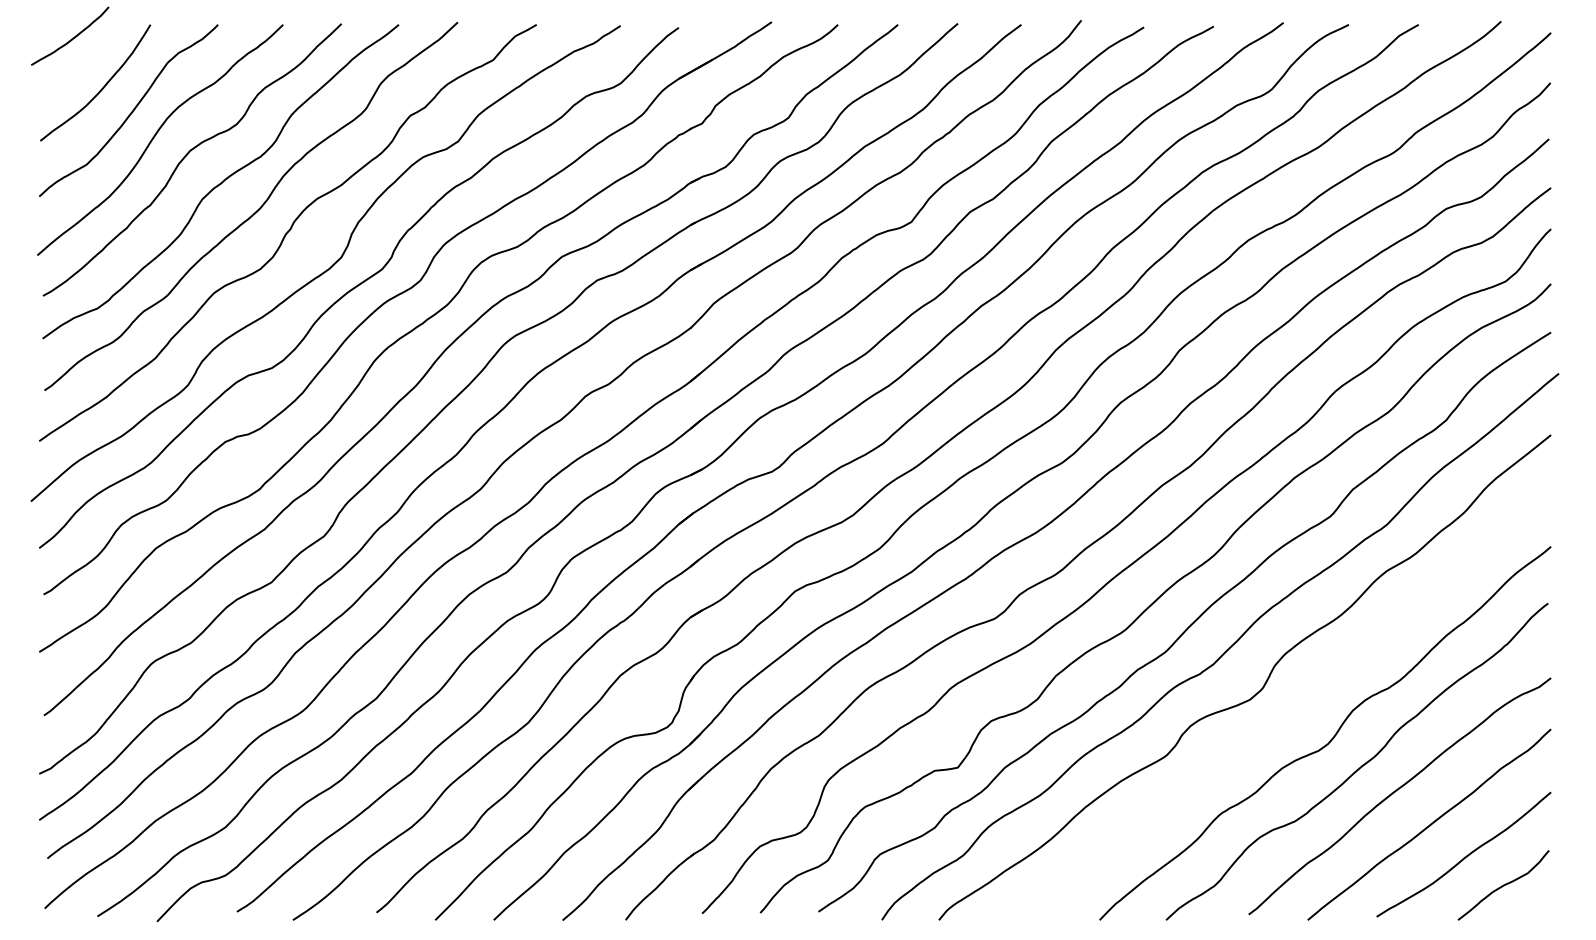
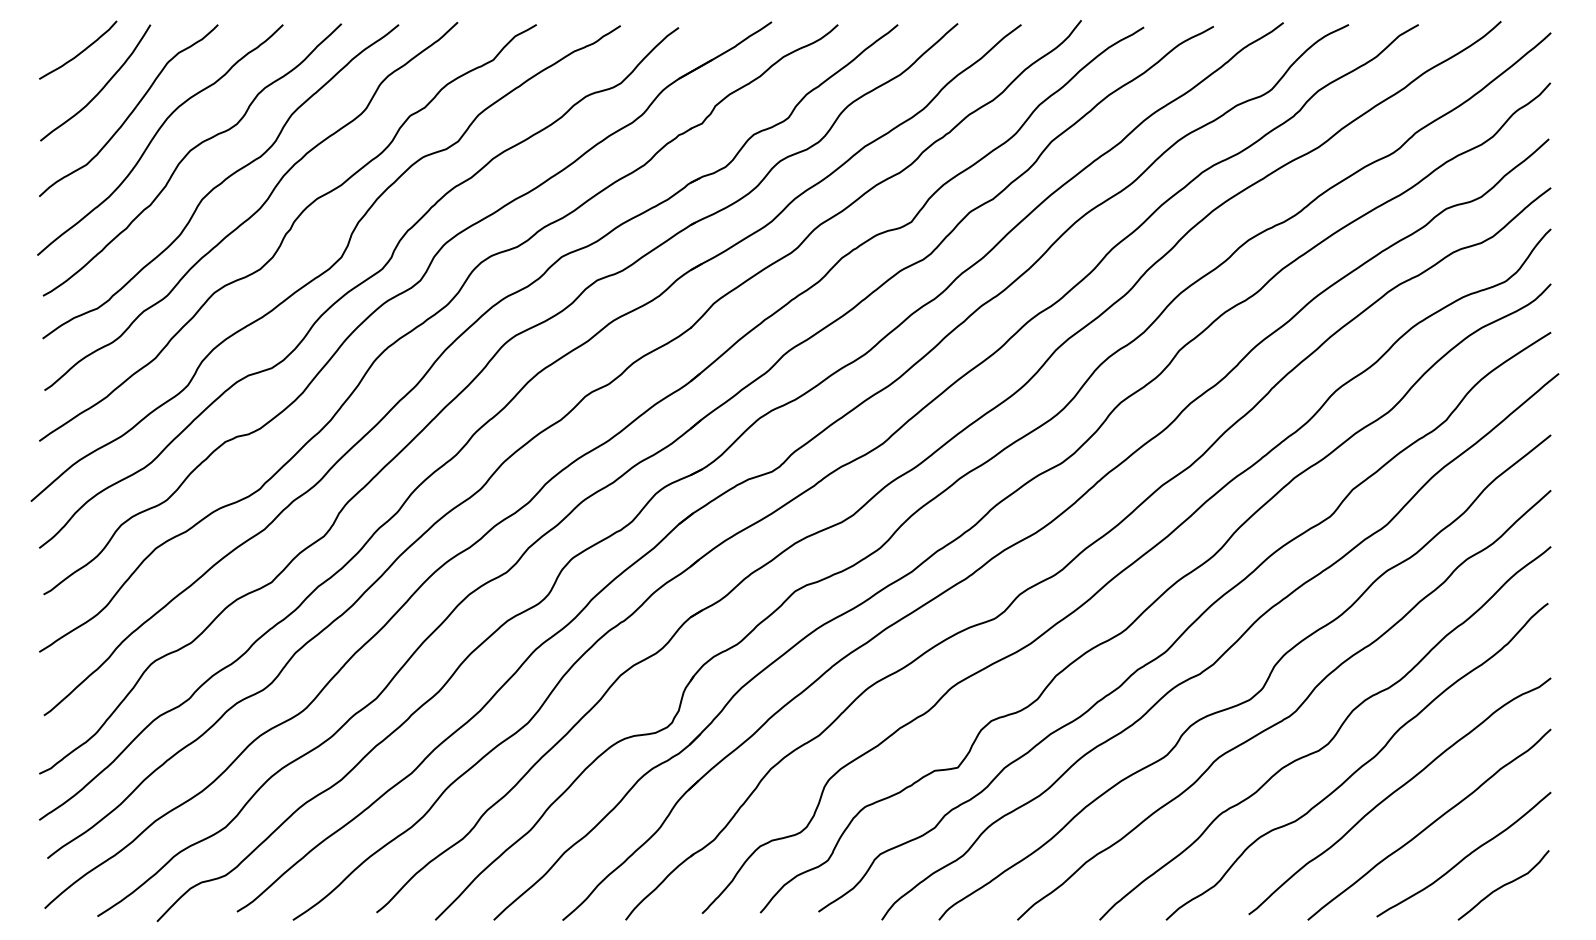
curve at (71, 38) position: (71, 38) -> (79, 52)
curve at (1292, 712): none -> present
